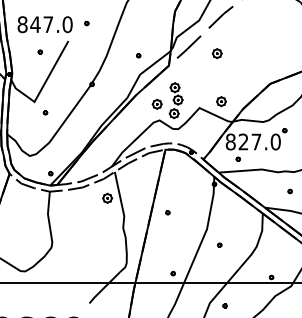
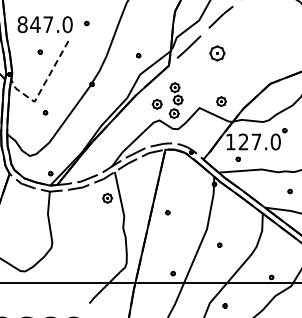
part at (216, 53) size: 12x12 px -> 17x17 px
line at (42, 87): solid -> dashed
text at (230, 141): 827.0 -> 127.0
